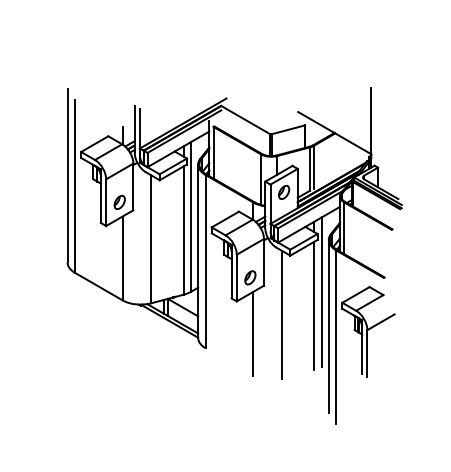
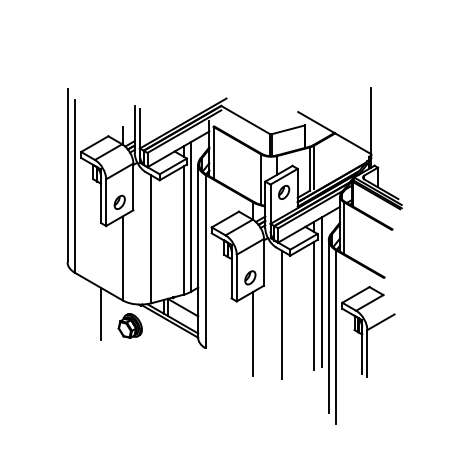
line at (100, 313): none -> present
part at (129, 325): none -> present
